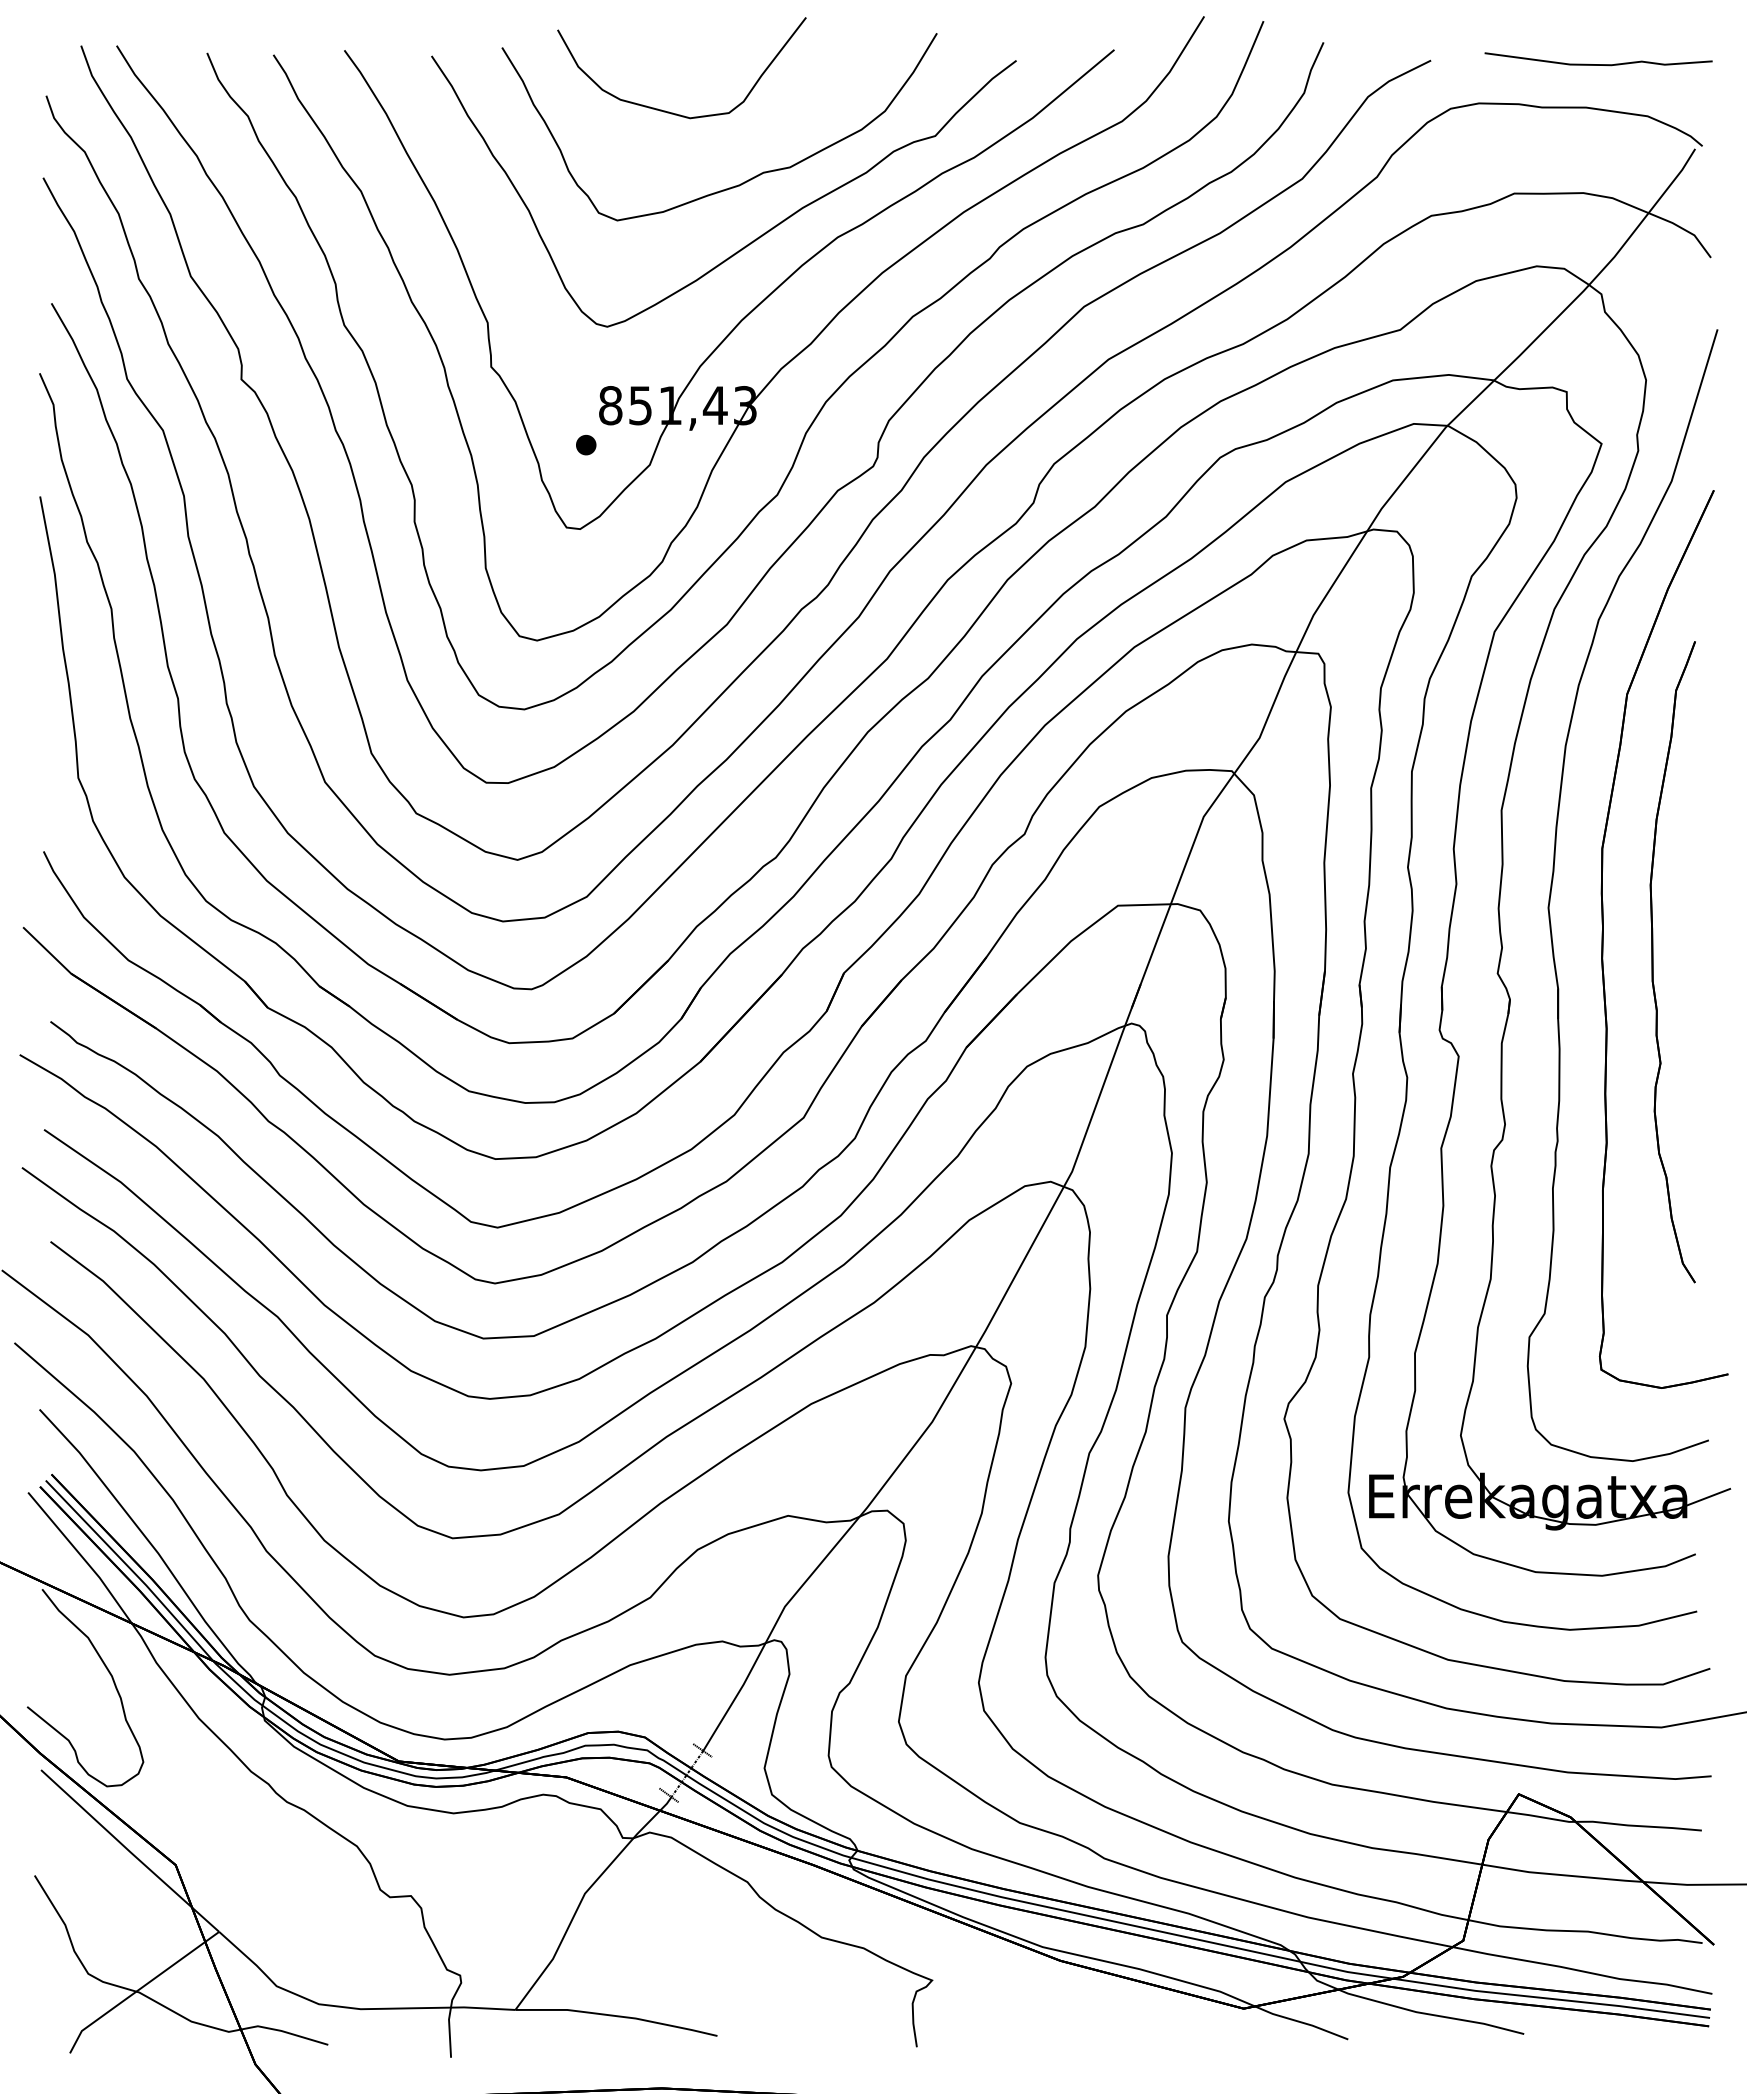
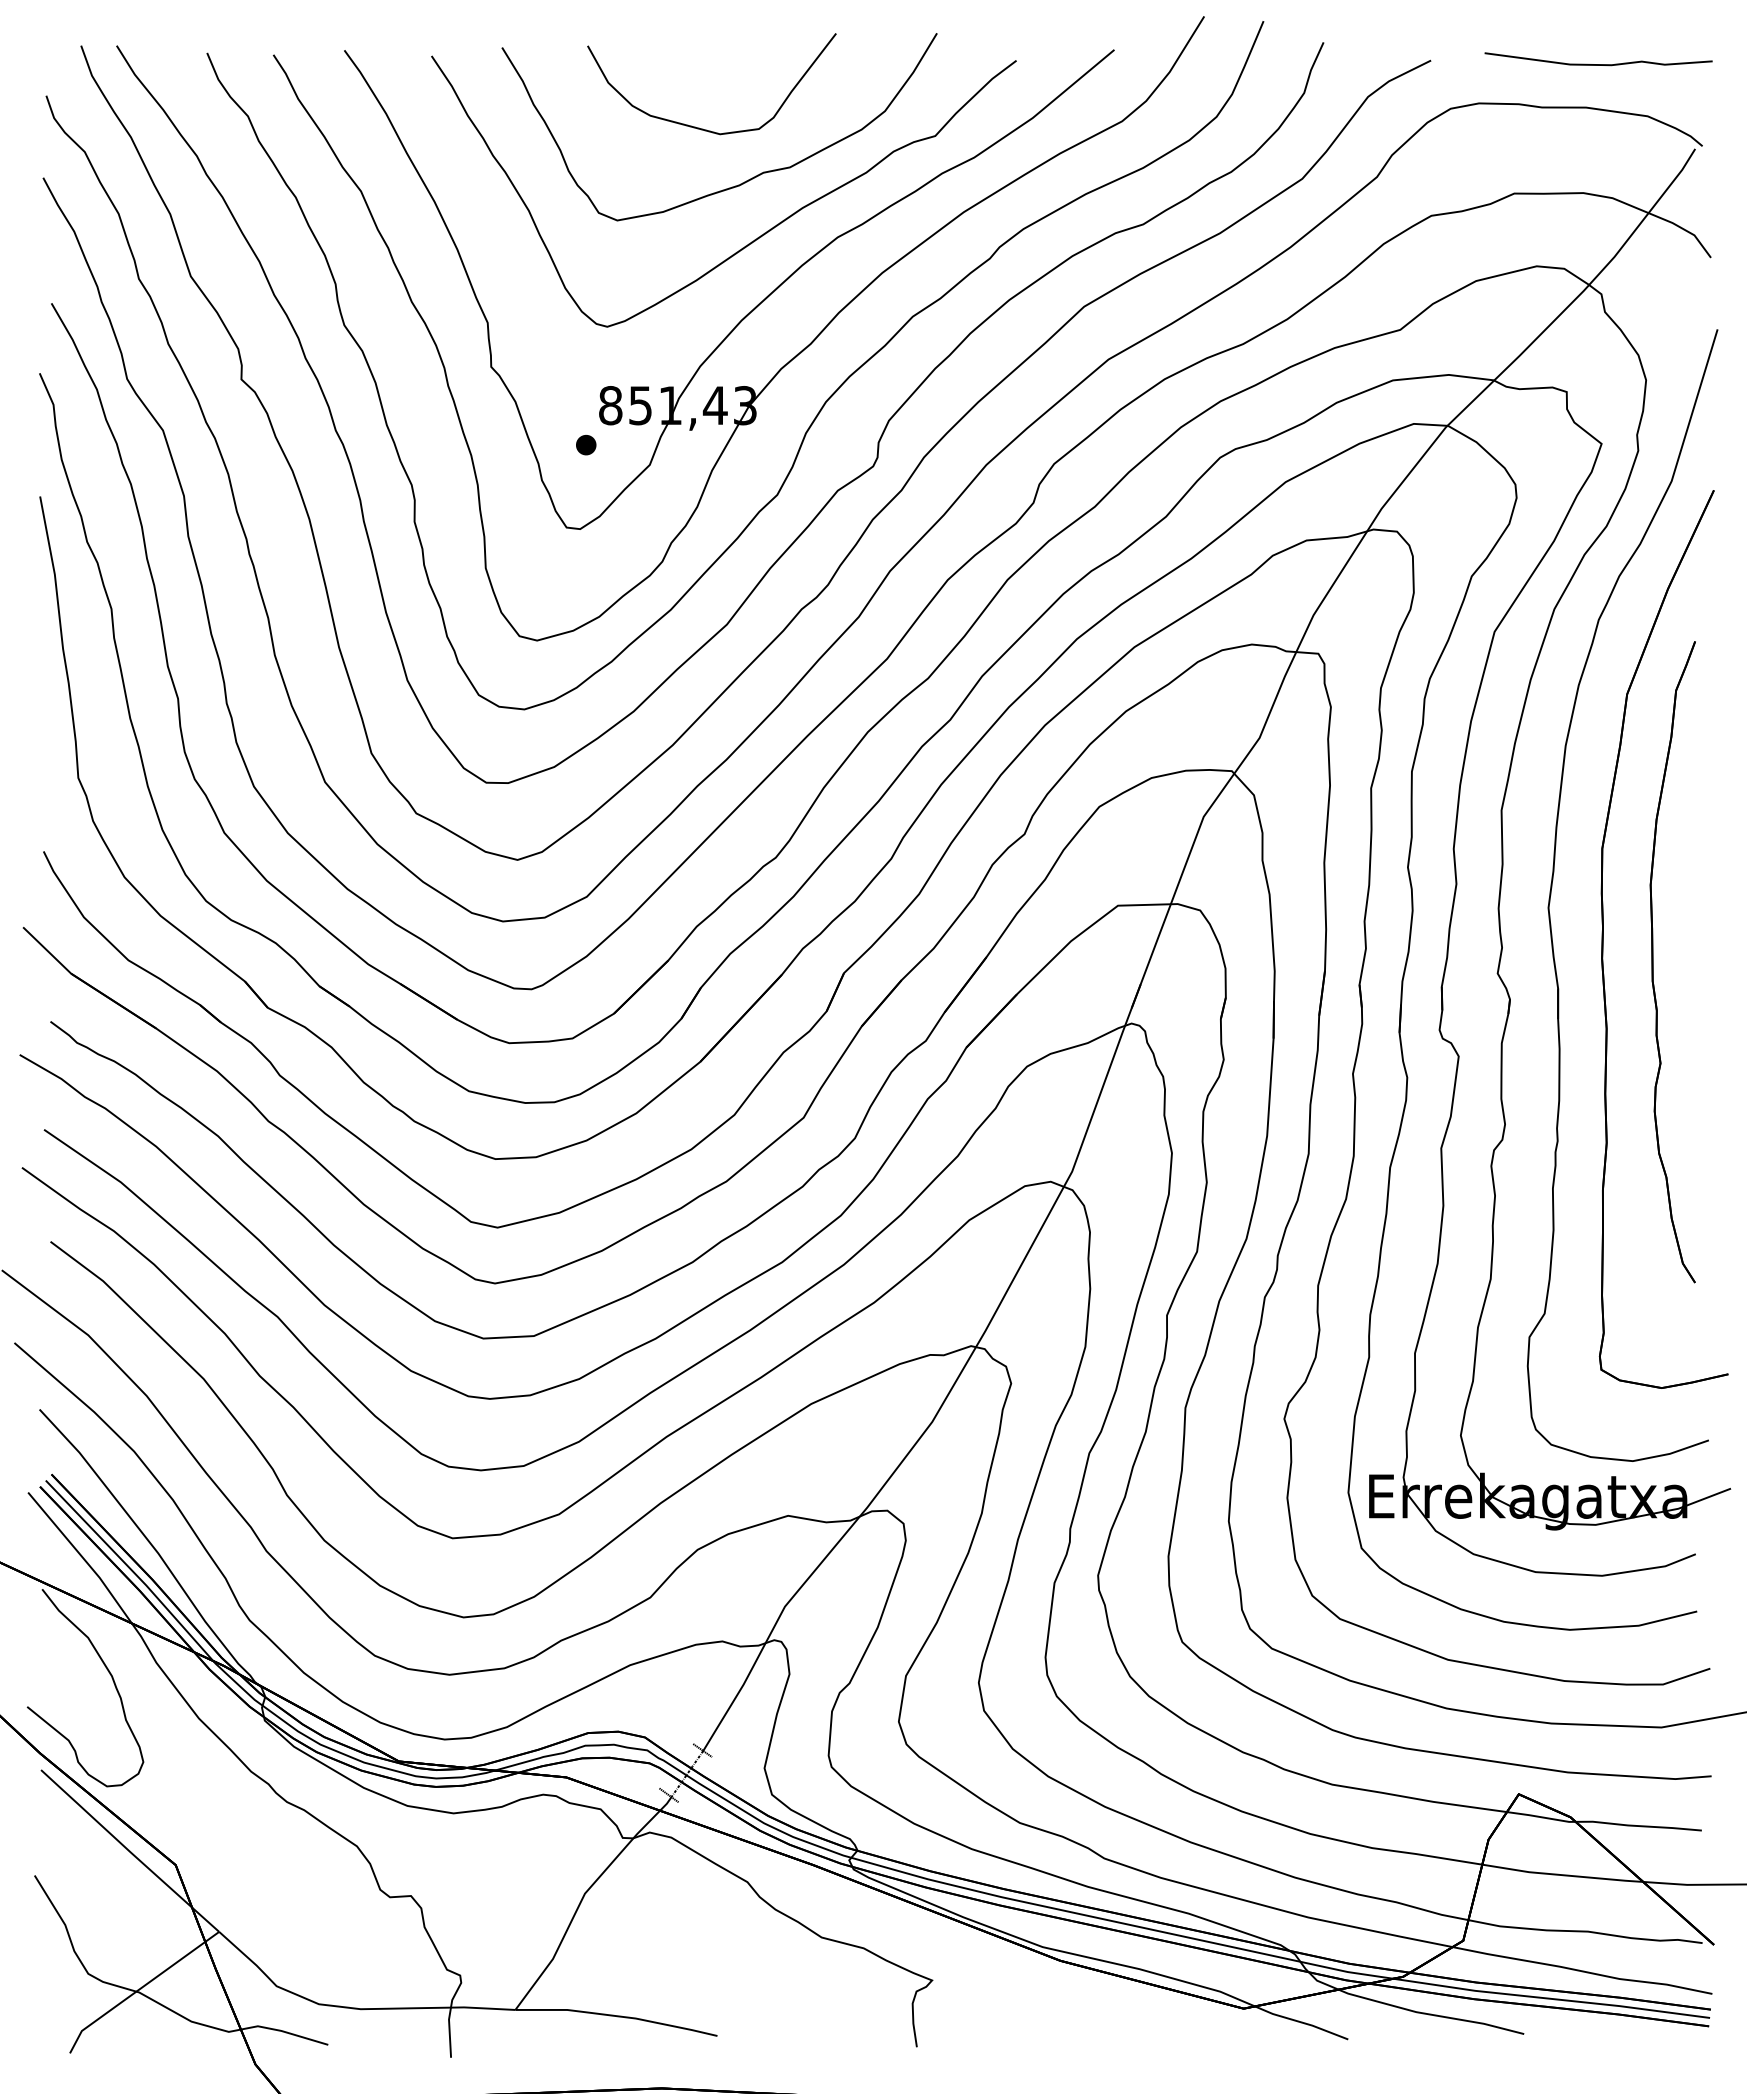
part at (669, 111) position: (669, 111) -> (699, 127)
